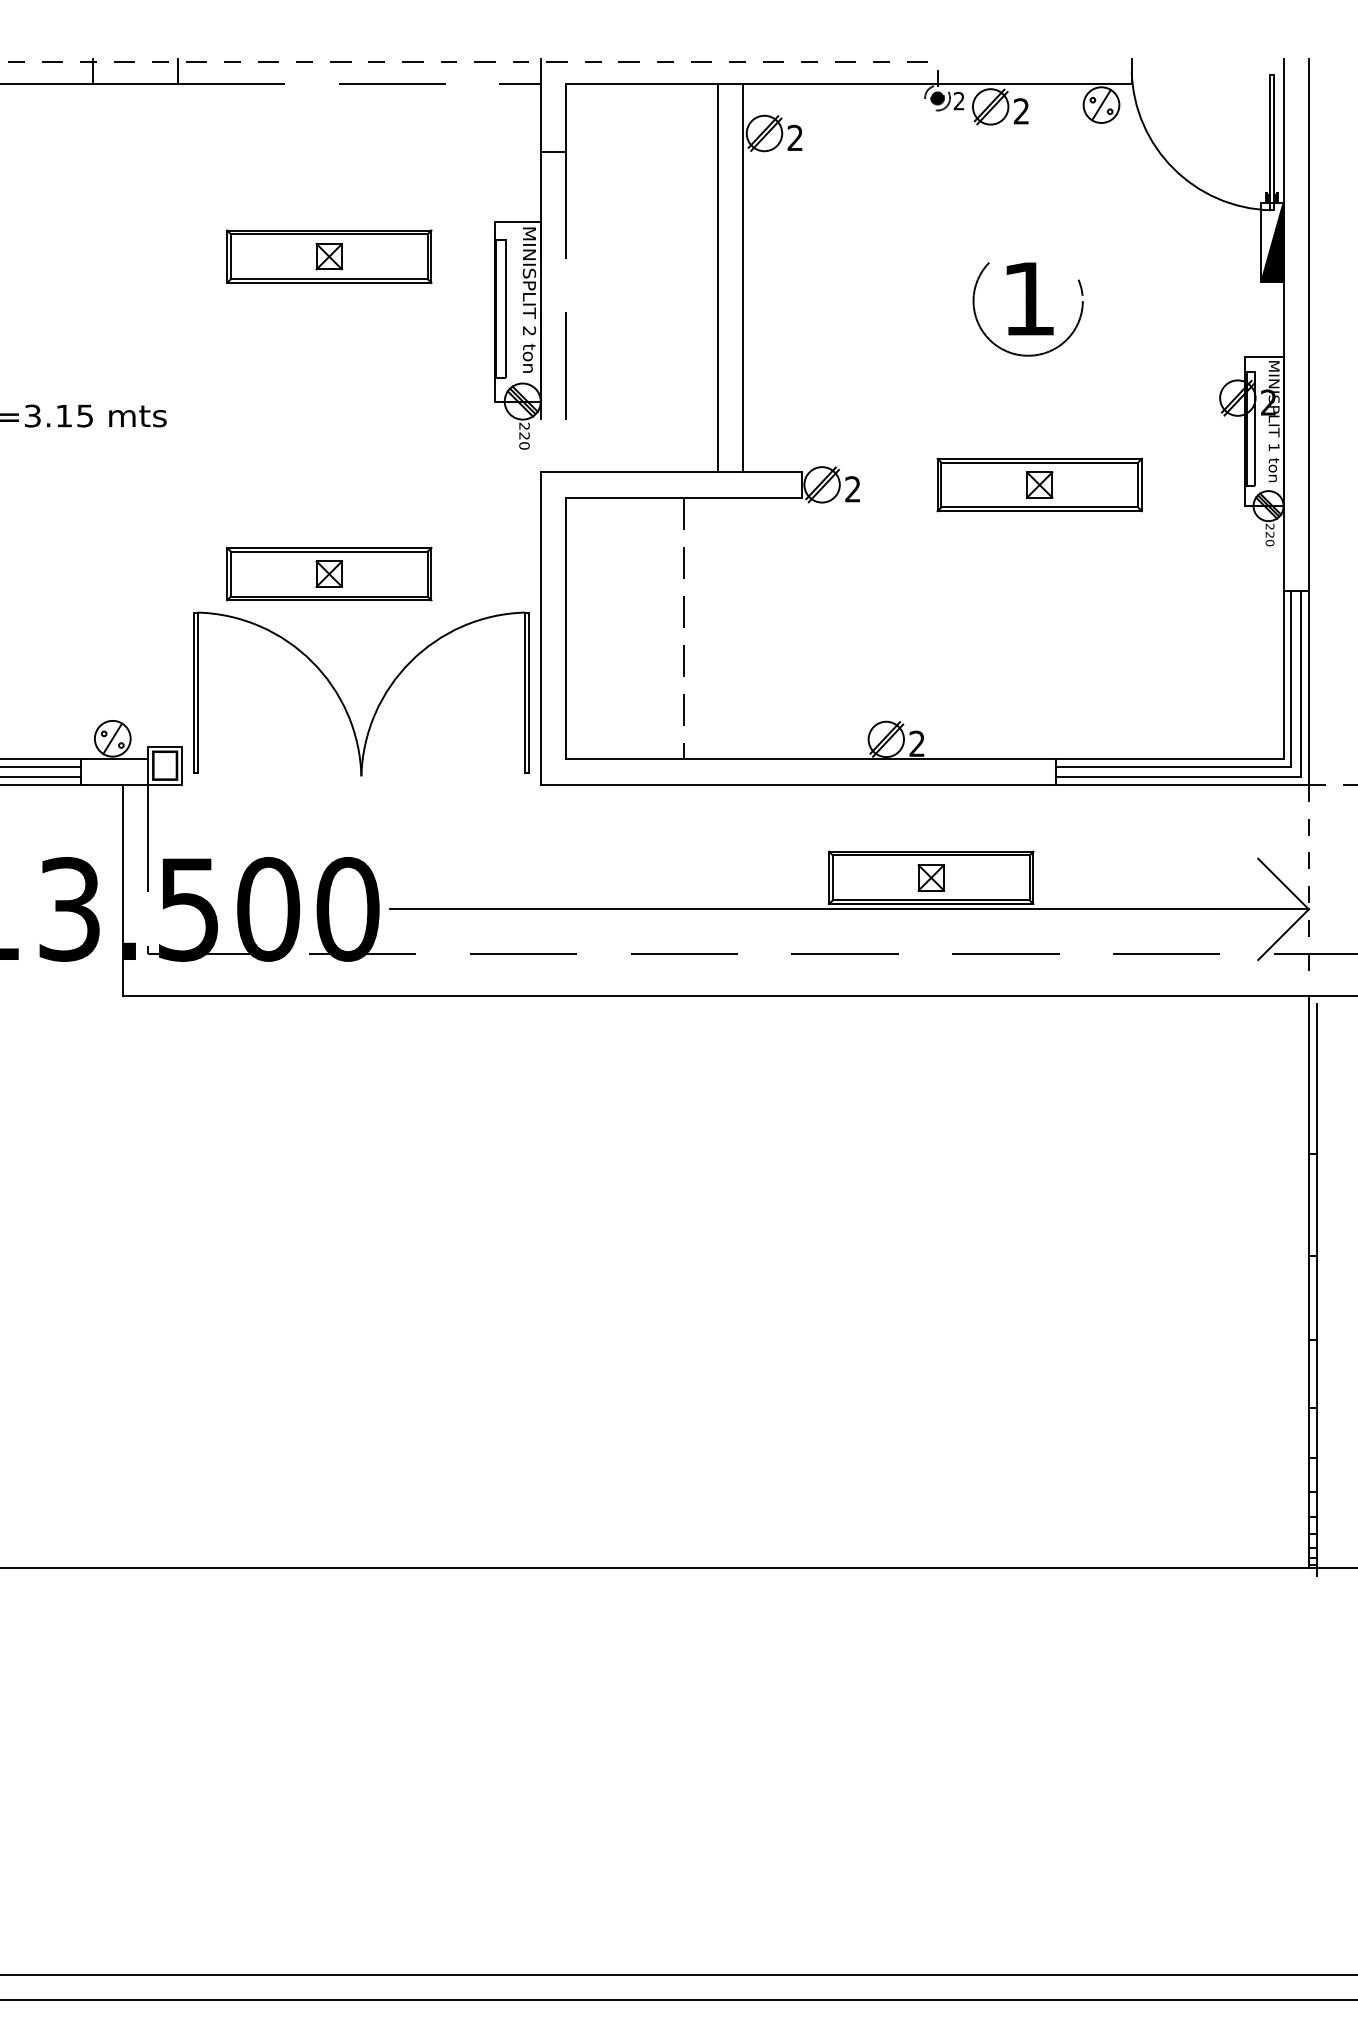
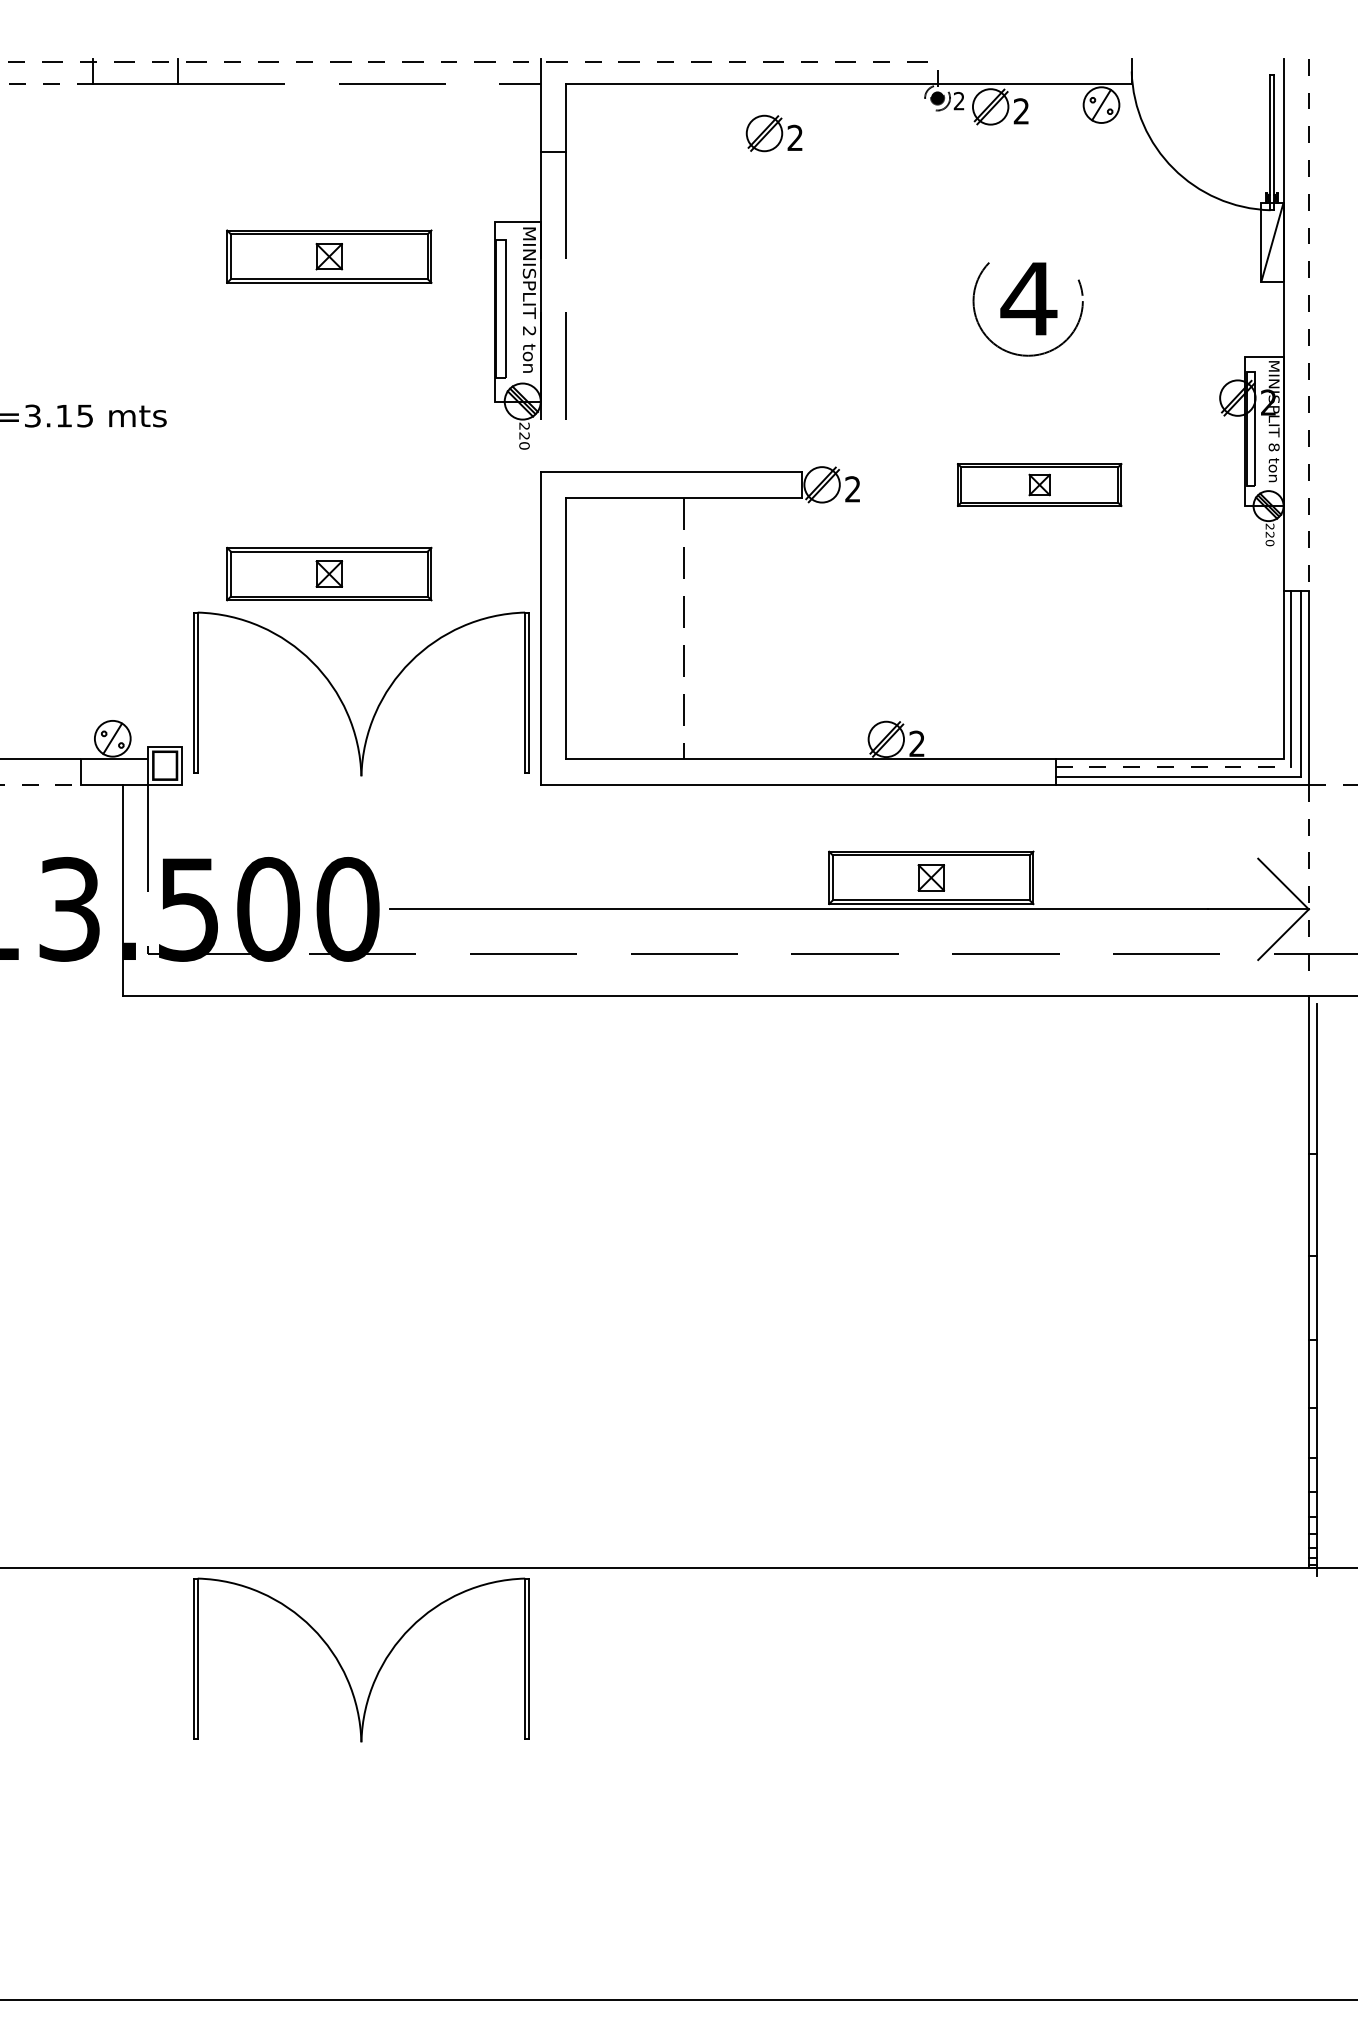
line at (46, 84): solid -> dashed
fill at (1272, 242): present -> none
line at (718, 278): present -> none
line at (743, 278): present -> none
text at (1028, 298): 1 -> 4
line at (1308, 324): solid -> dashed
text at (1273, 447): 1 -> 8
part at (1039, 484) size: 207x56 px -> 166x44 px
line at (41, 766): present -> none
line at (1173, 766): solid -> dashed
line at (41, 777): present -> none
line at (40, 784): solid -> dashed
part at (343, 1668): none -> present
line at (678, 1974): present -> none
